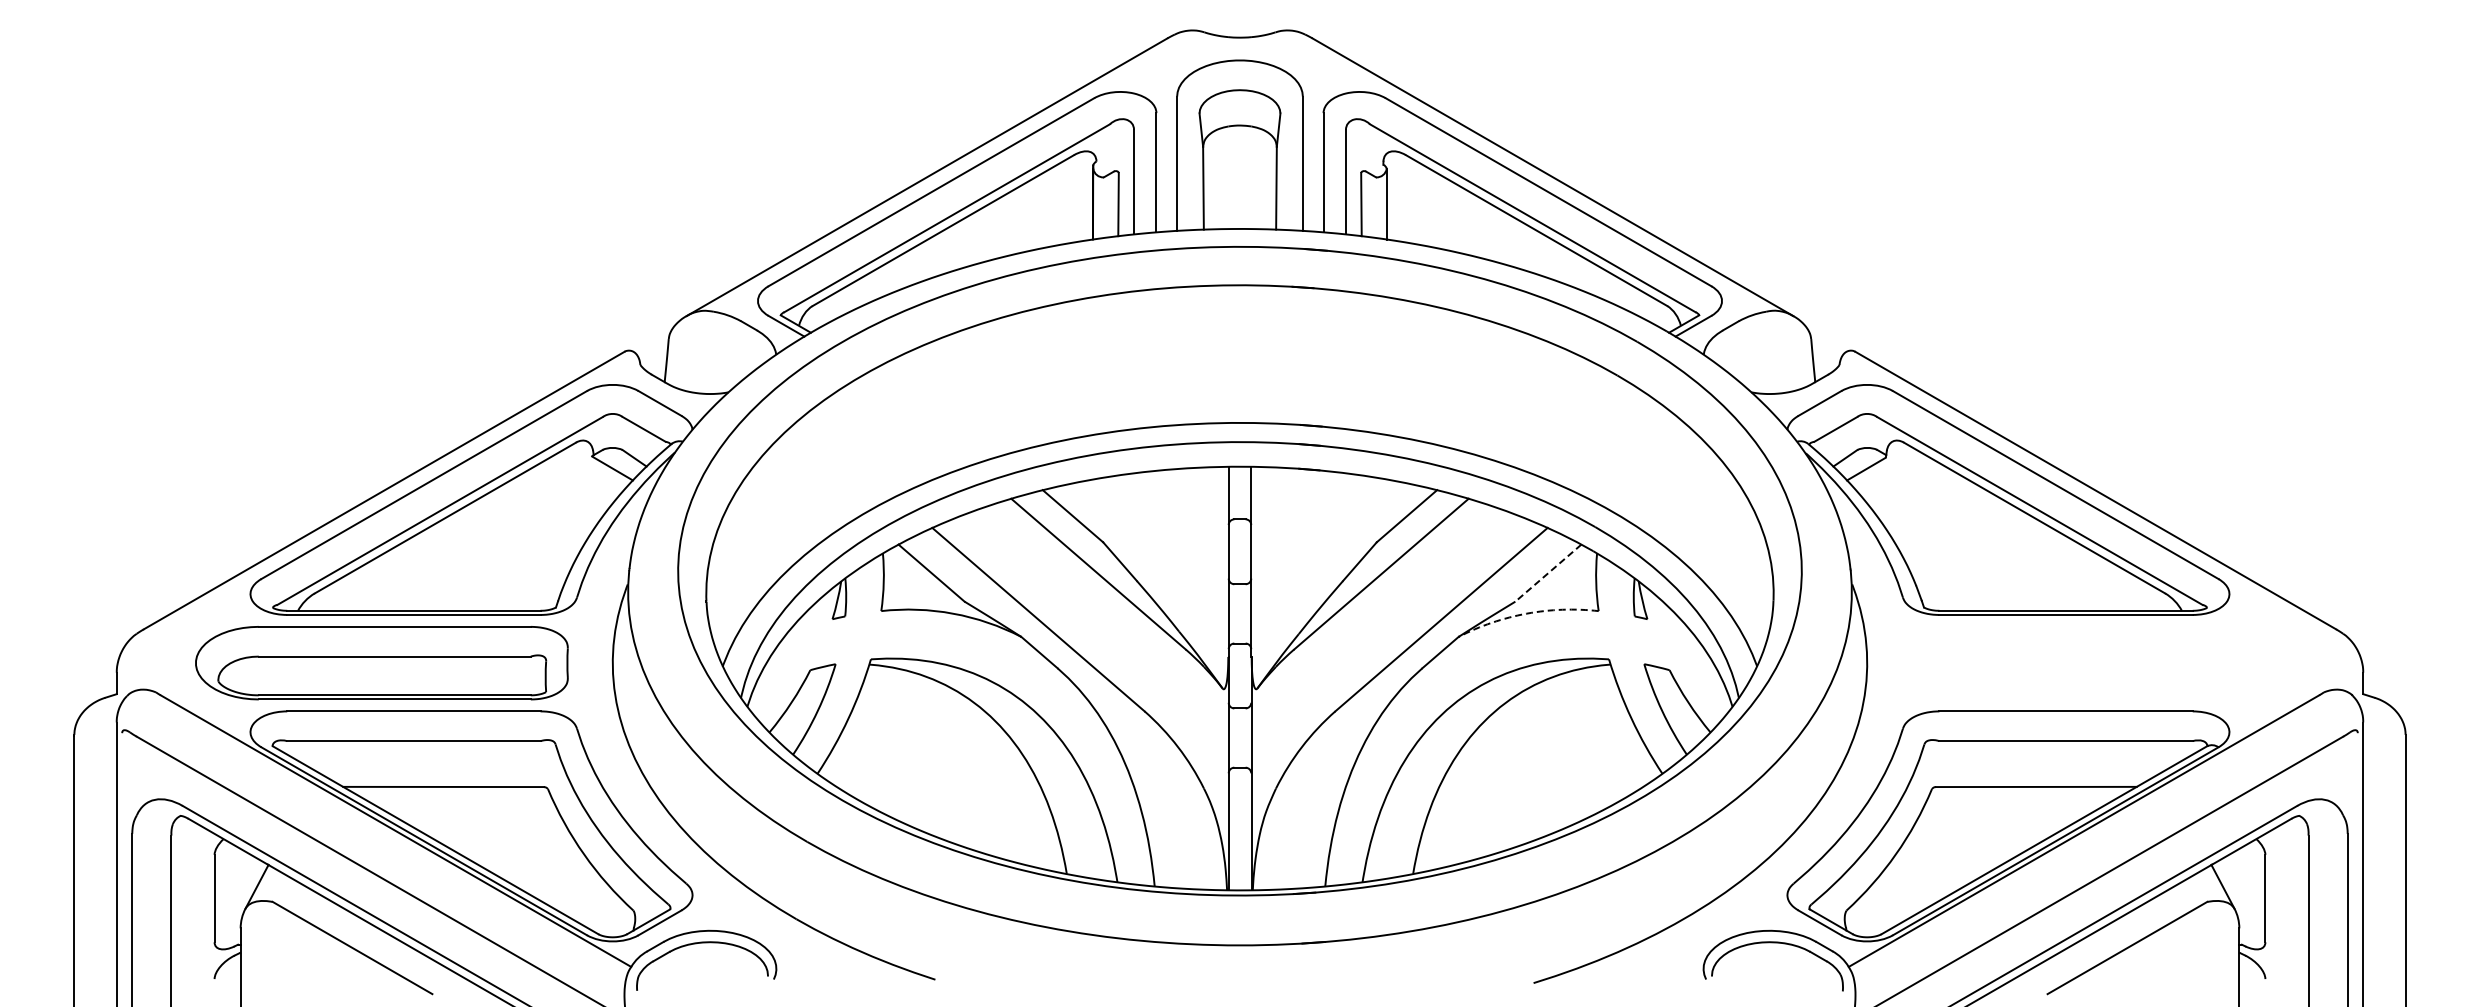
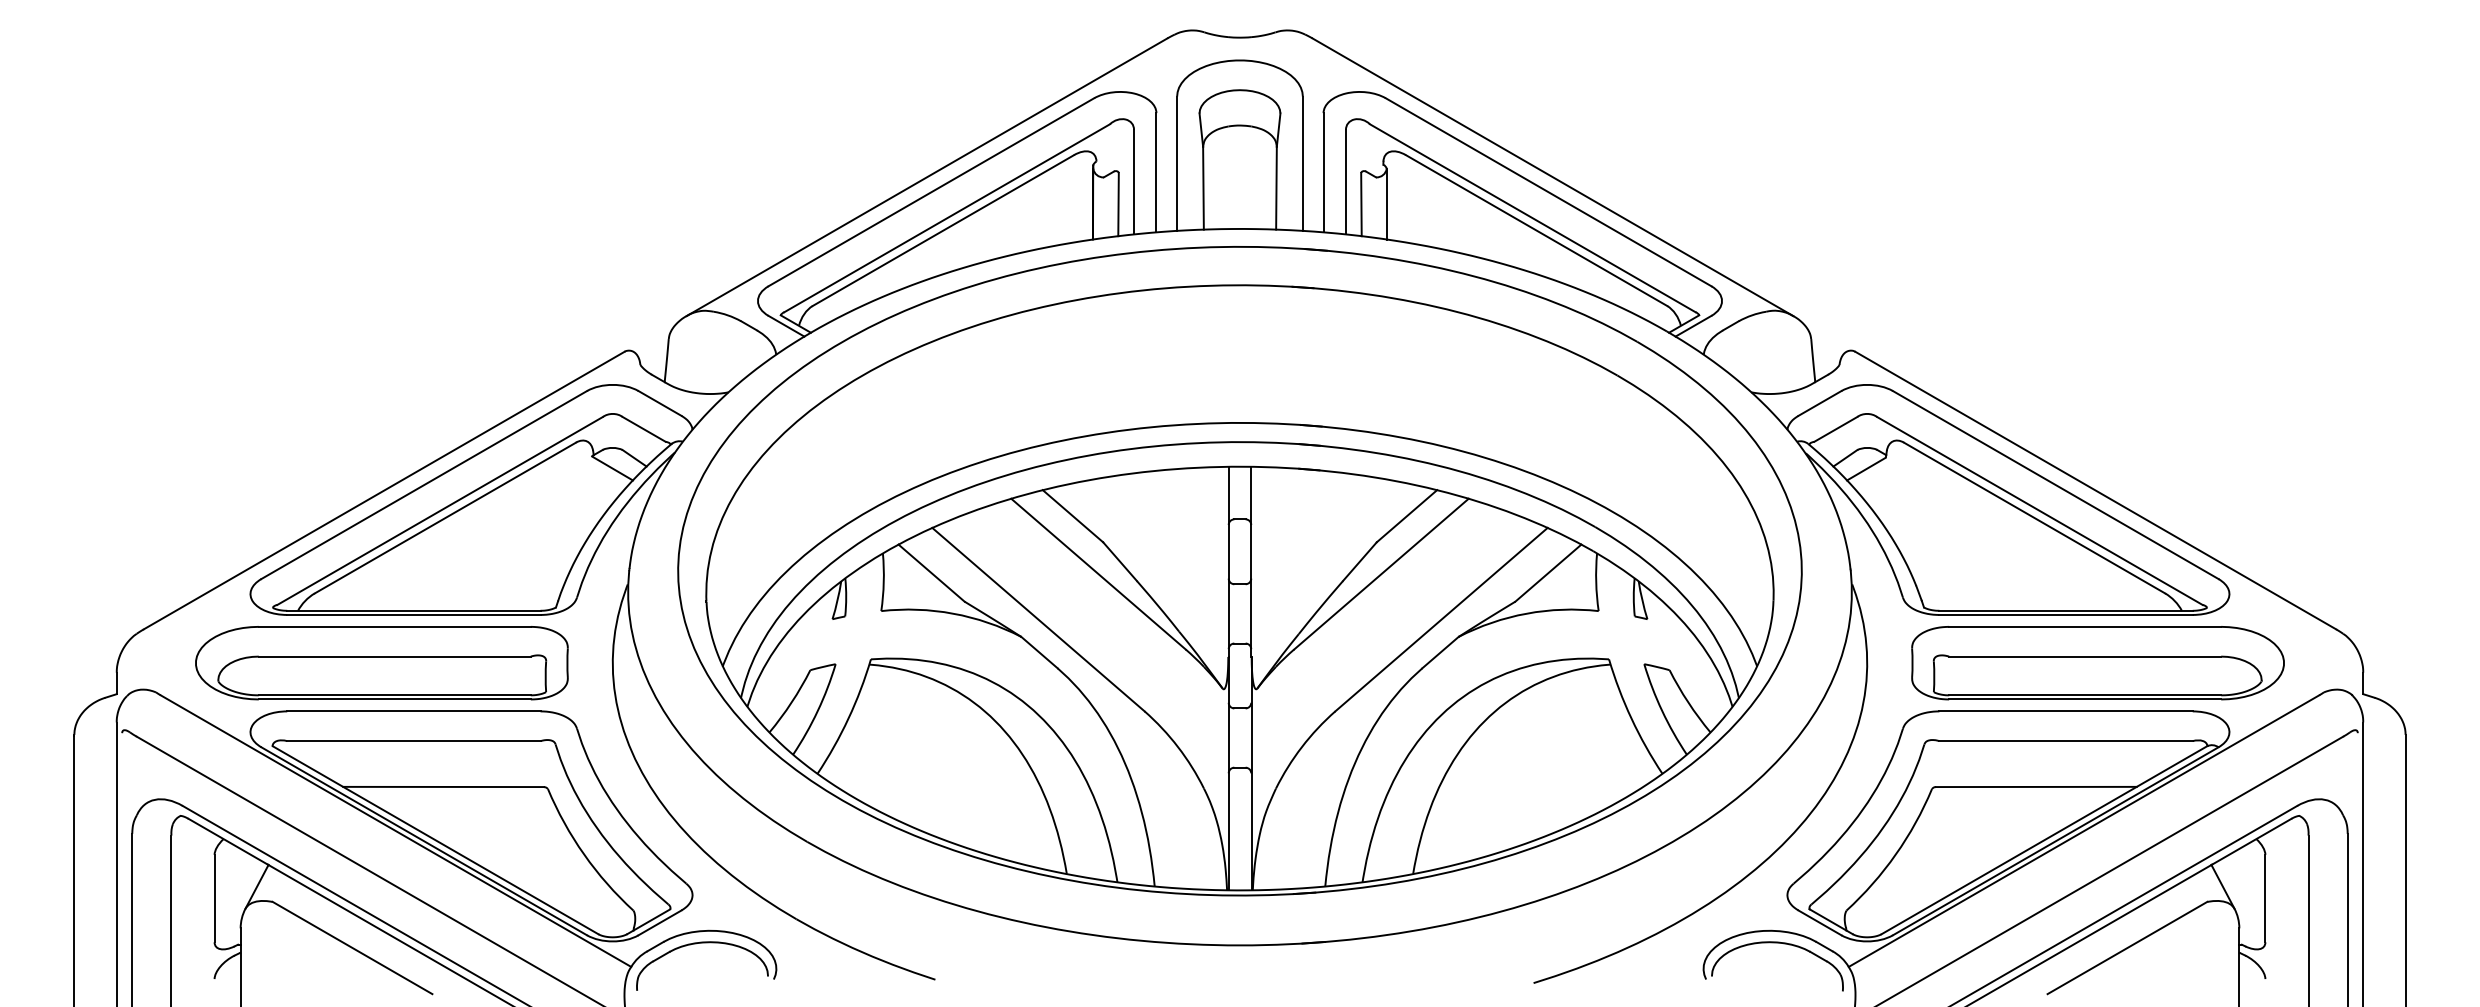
line at (1548, 573): dashed -> solid
arc at (1526, 613): dashed -> solid
part at (2097, 663): none -> present
